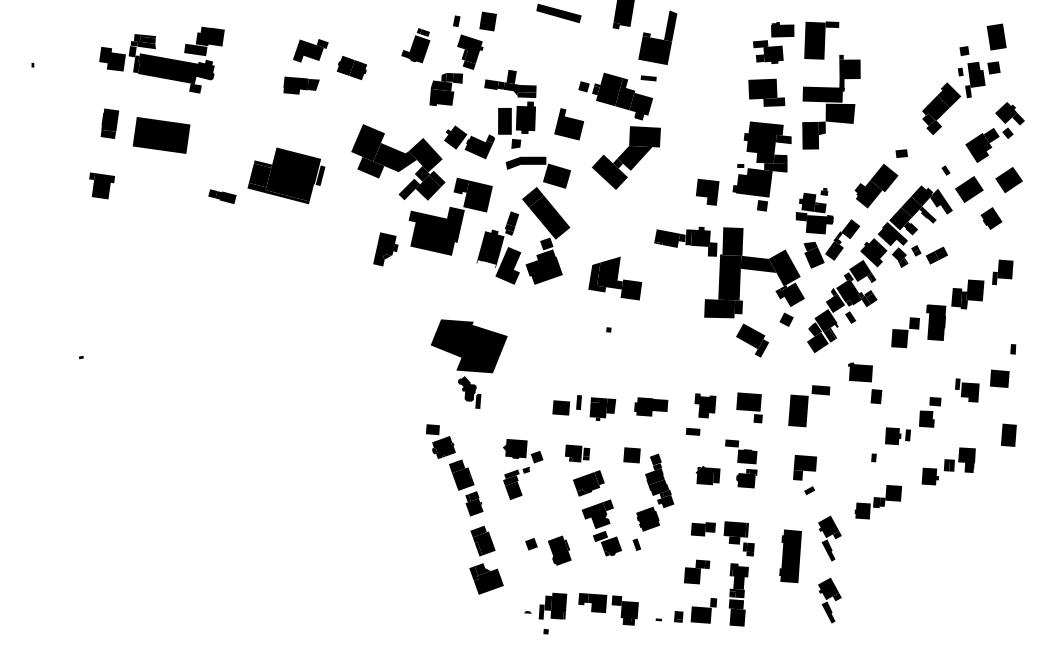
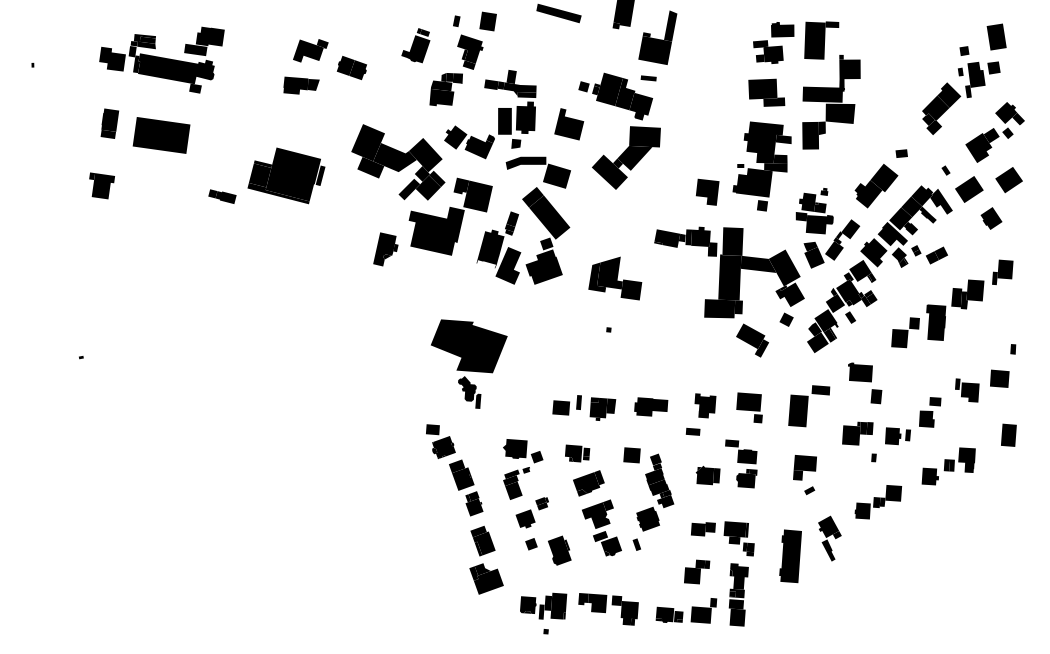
part at (857, 433): none -> present
part at (531, 512): none -> present
part at (829, 600): present -> none
fill at (527, 605): none -> present
fill at (664, 614): none -> present
